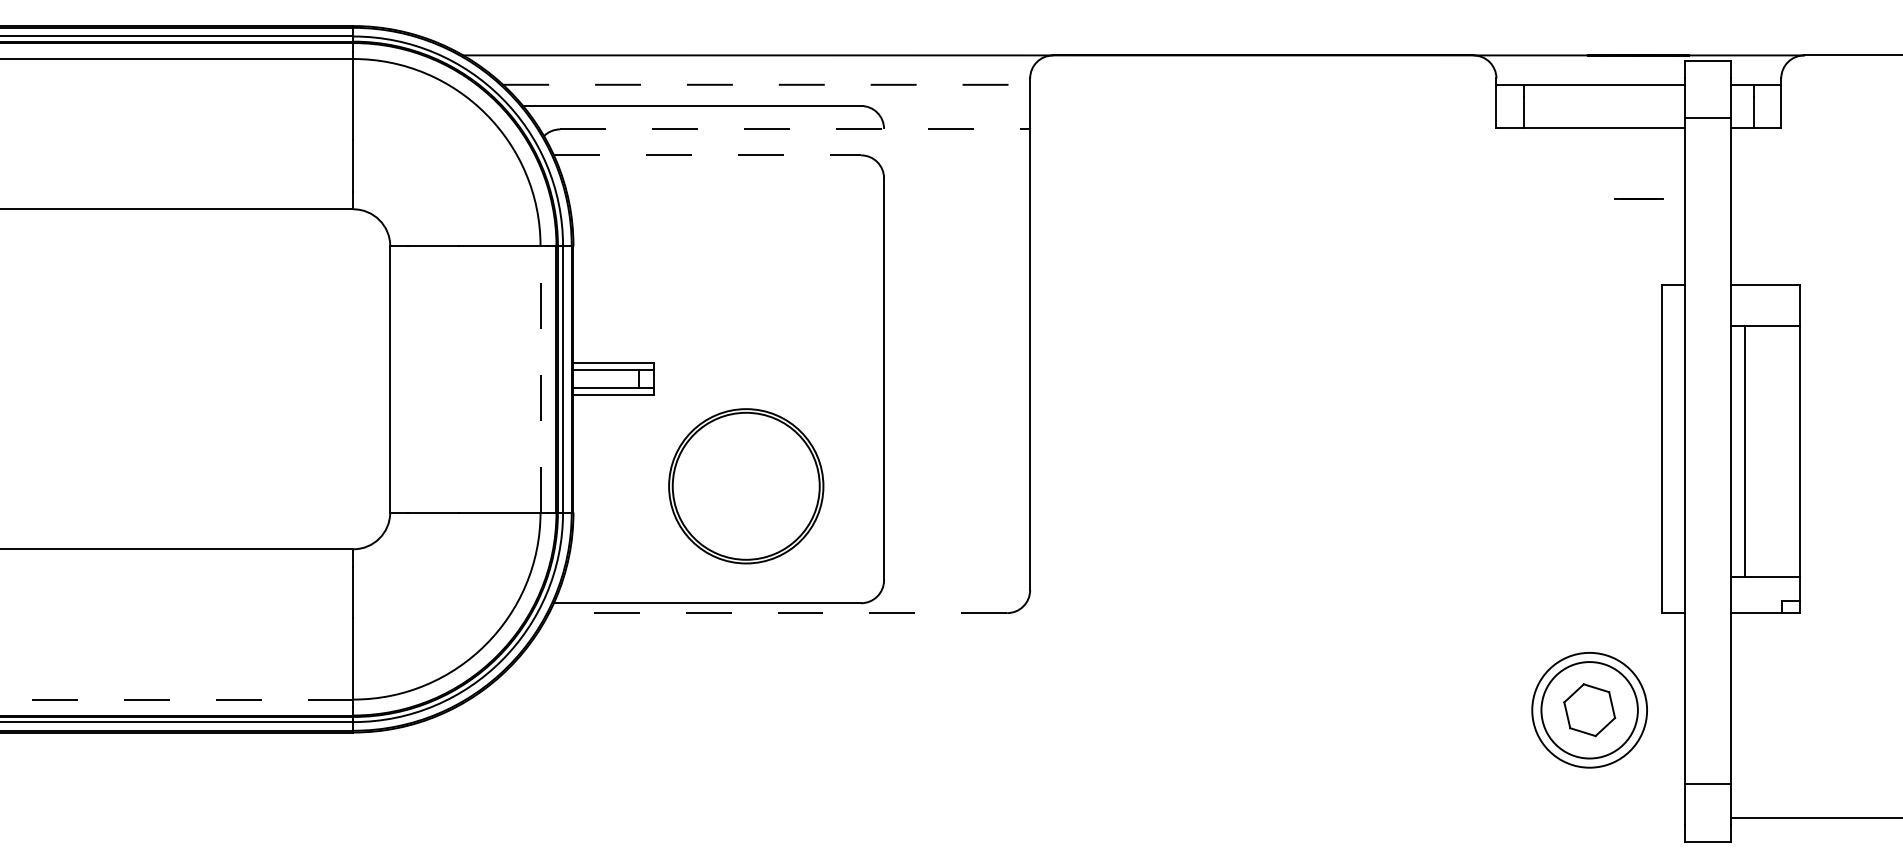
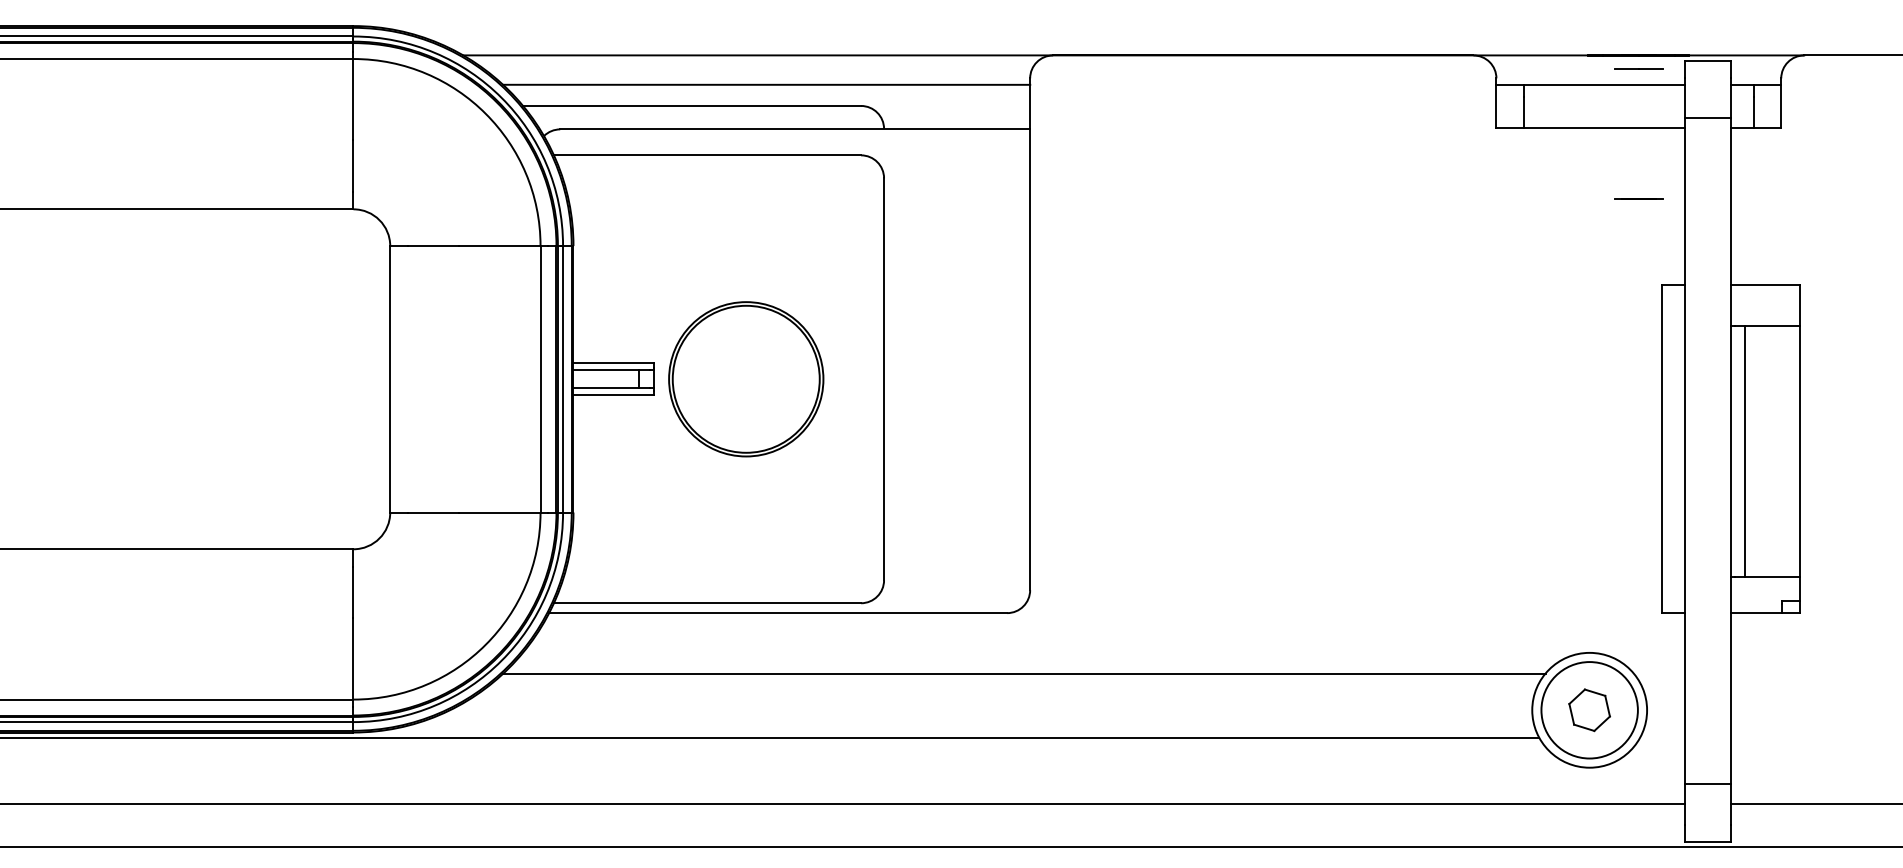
line at (1638, 68): none -> present
line at (766, 84): dashed -> solid
line at (795, 129): dashed -> solid
line at (707, 155): dashed -> solid
line at (540, 378): dashed -> solid
part at (746, 486) position: (746, 486) -> (746, 379)
line at (777, 613): dashed -> solid
line at (1024, 673): none -> present
line at (177, 699): dashed -> solid
part at (1589, 710) size: 54x55 px -> 43x45 px
line at (770, 737): none -> present
line at (843, 804): none -> present
line at (1814, 818) position: (1814, 818) -> (1814, 804)
line at (950, 847): none -> present
